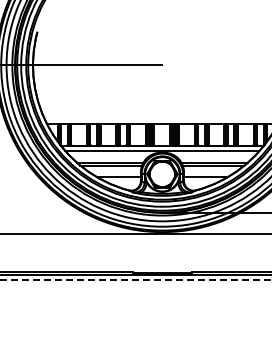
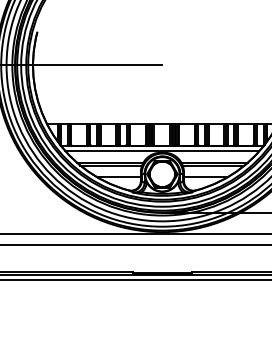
line at (135, 245): none -> present
line at (136, 279): dashed -> solid
